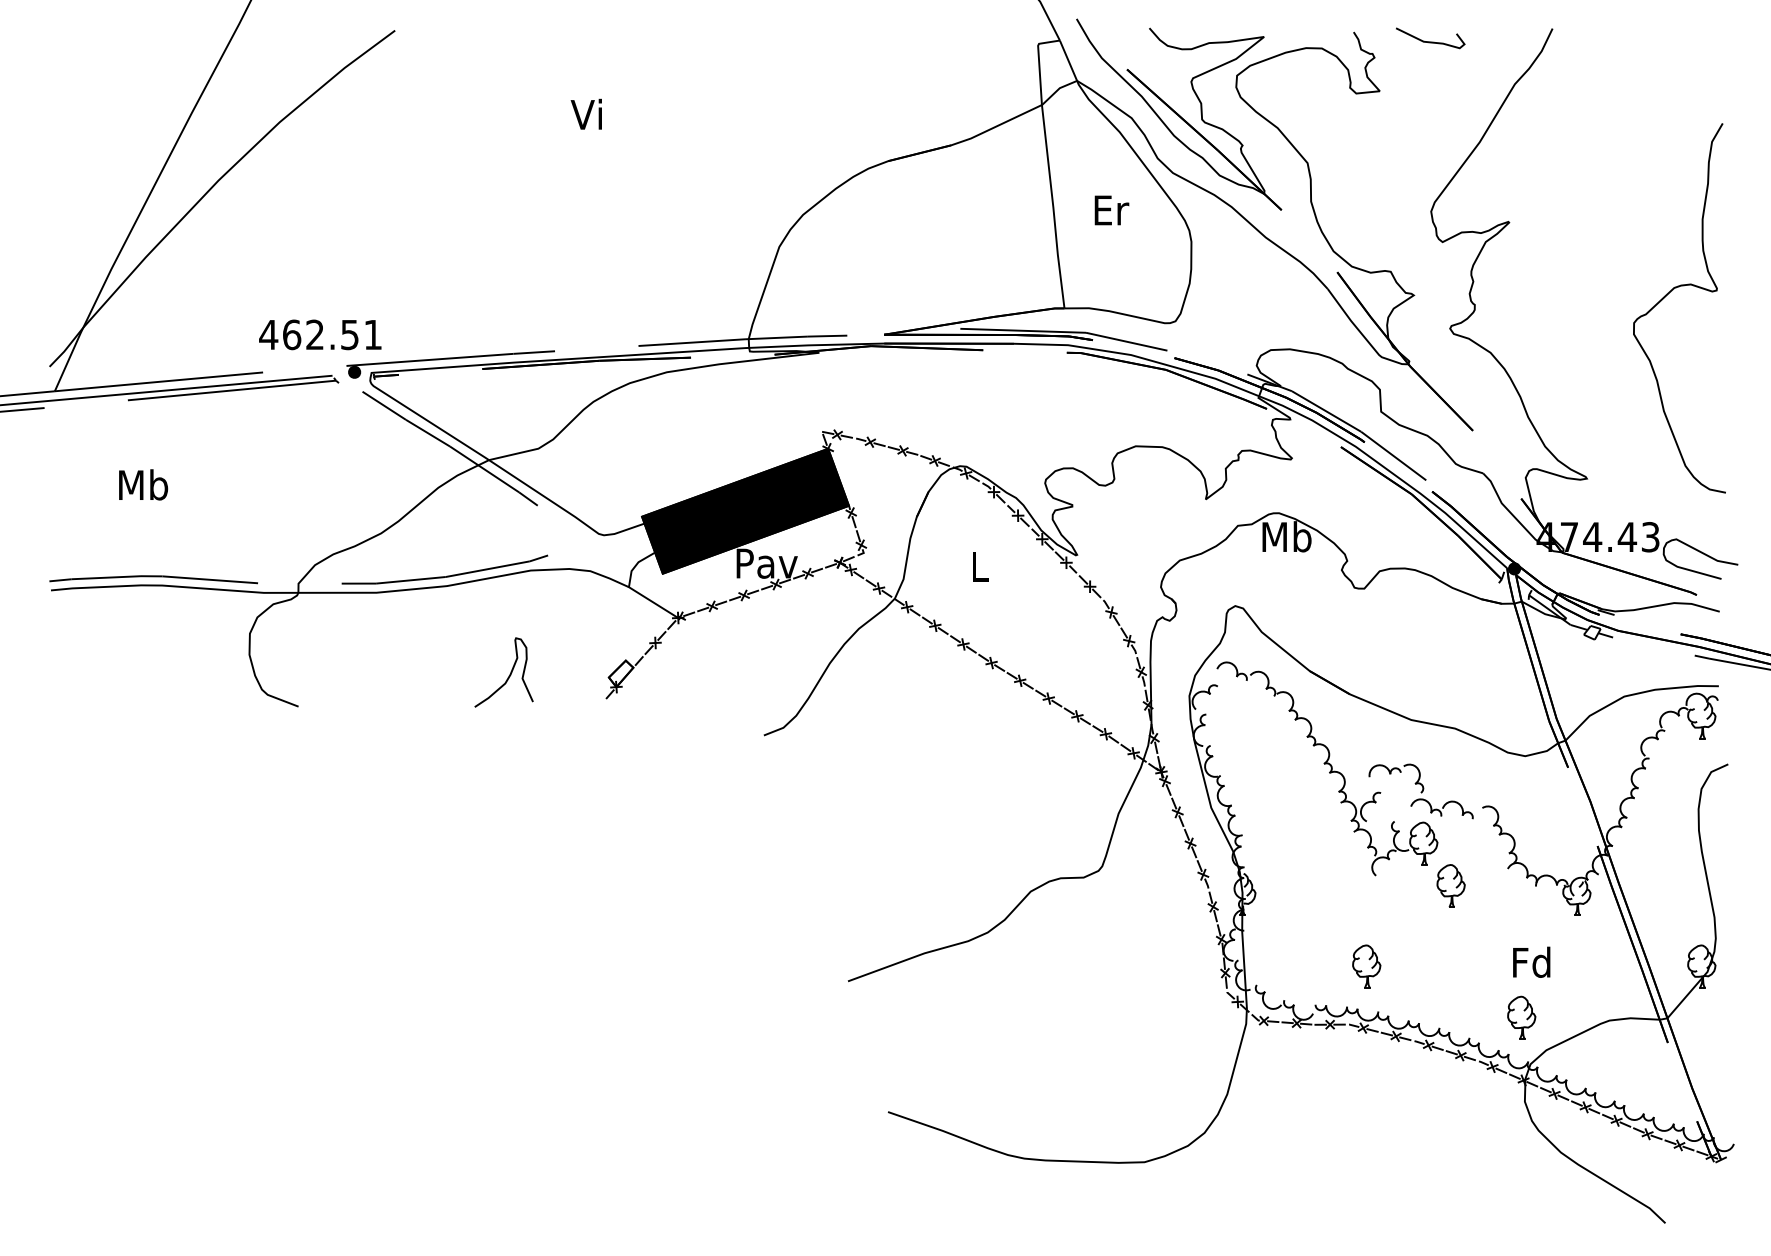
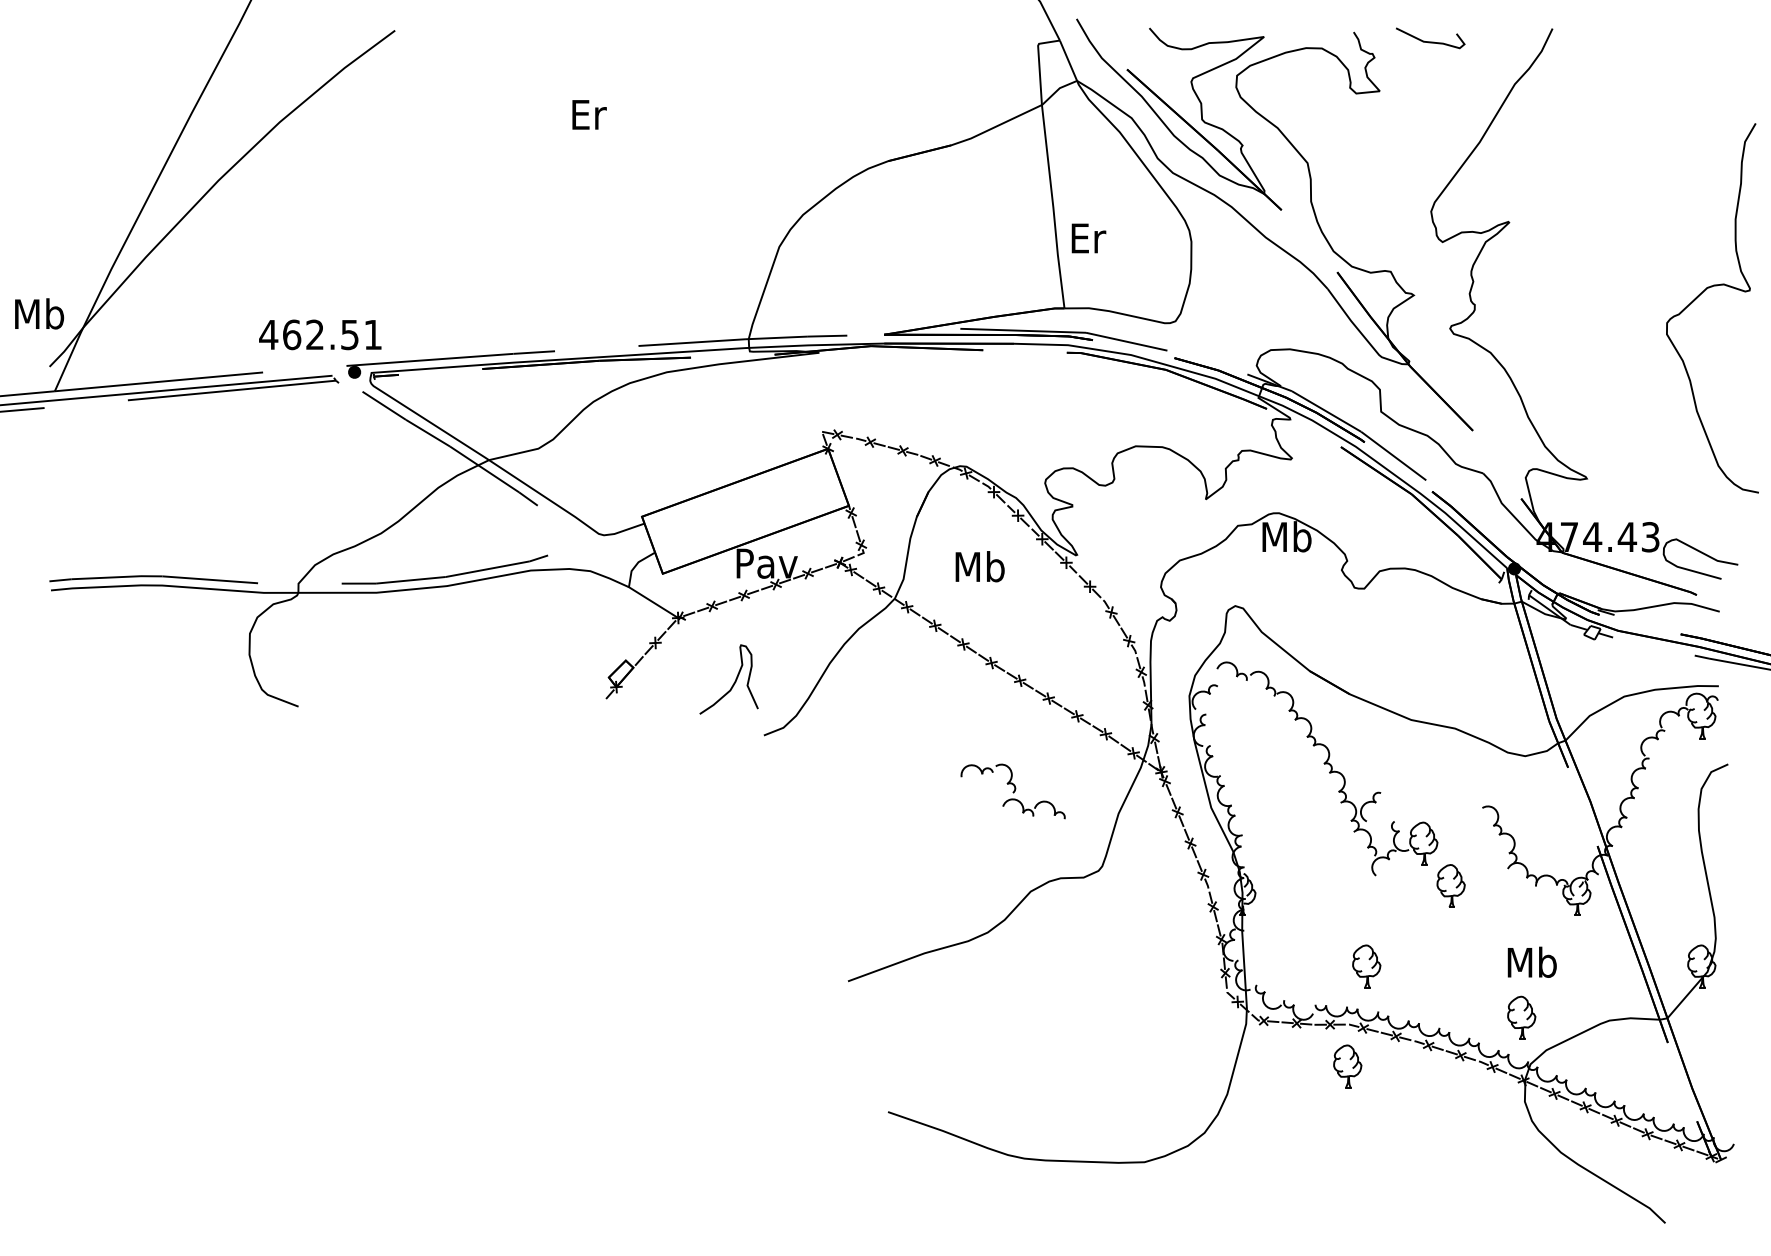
text at (588, 113): Vi -> Er
text at (1111, 210) position: (1111, 210) -> (1088, 238)
curve at (1667, 295) position: (1667, 295) -> (1700, 295)
text at (143, 484) position: (143, 484) -> (39, 313)
fill at (745, 510): present -> none
text at (979, 566): L -> Mb
curve at (509, 674) position: (509, 674) -> (734, 681)
part at (1420, 791) position: (1420, 791) -> (1012, 791)
text at (1531, 961): Fd -> Mb
part at (1347, 1066): none -> present
